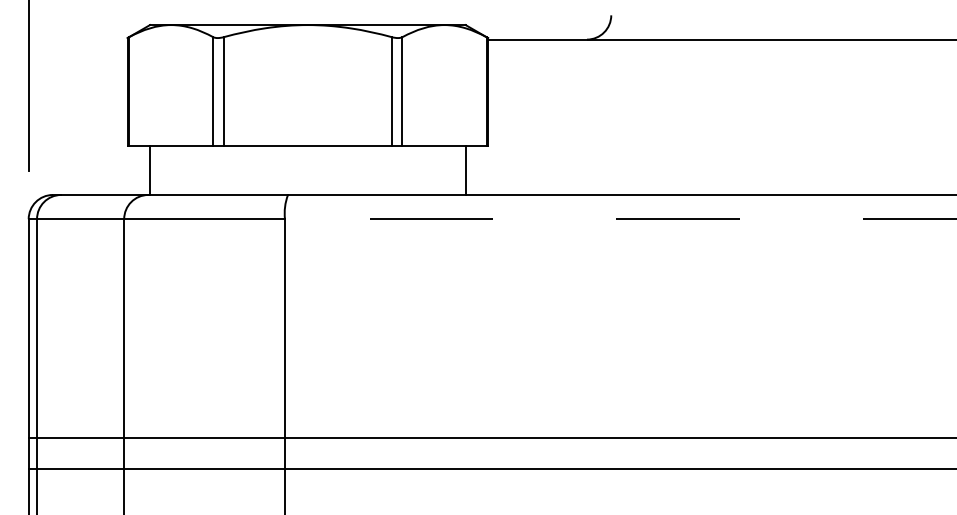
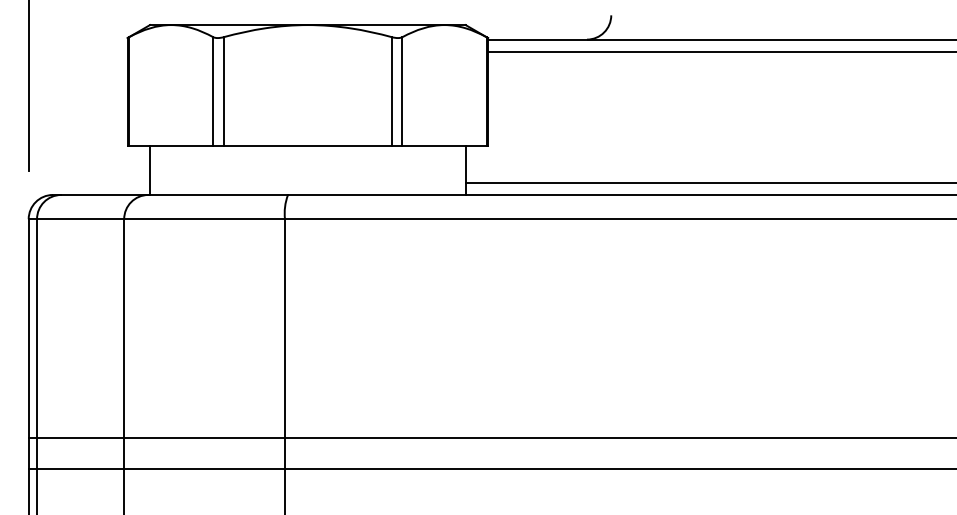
line at (720, 51): none -> present
line at (709, 182): none -> present
line at (620, 219): dashed -> solid
